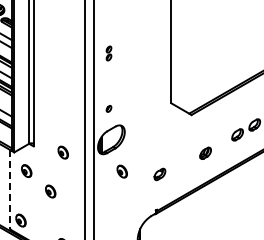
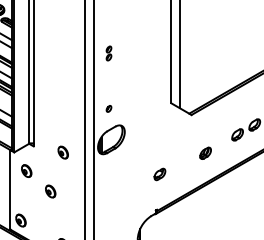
line at (179, 55): none -> present
part at (121, 171): present -> none
line at (10, 189): dashed -> solid
